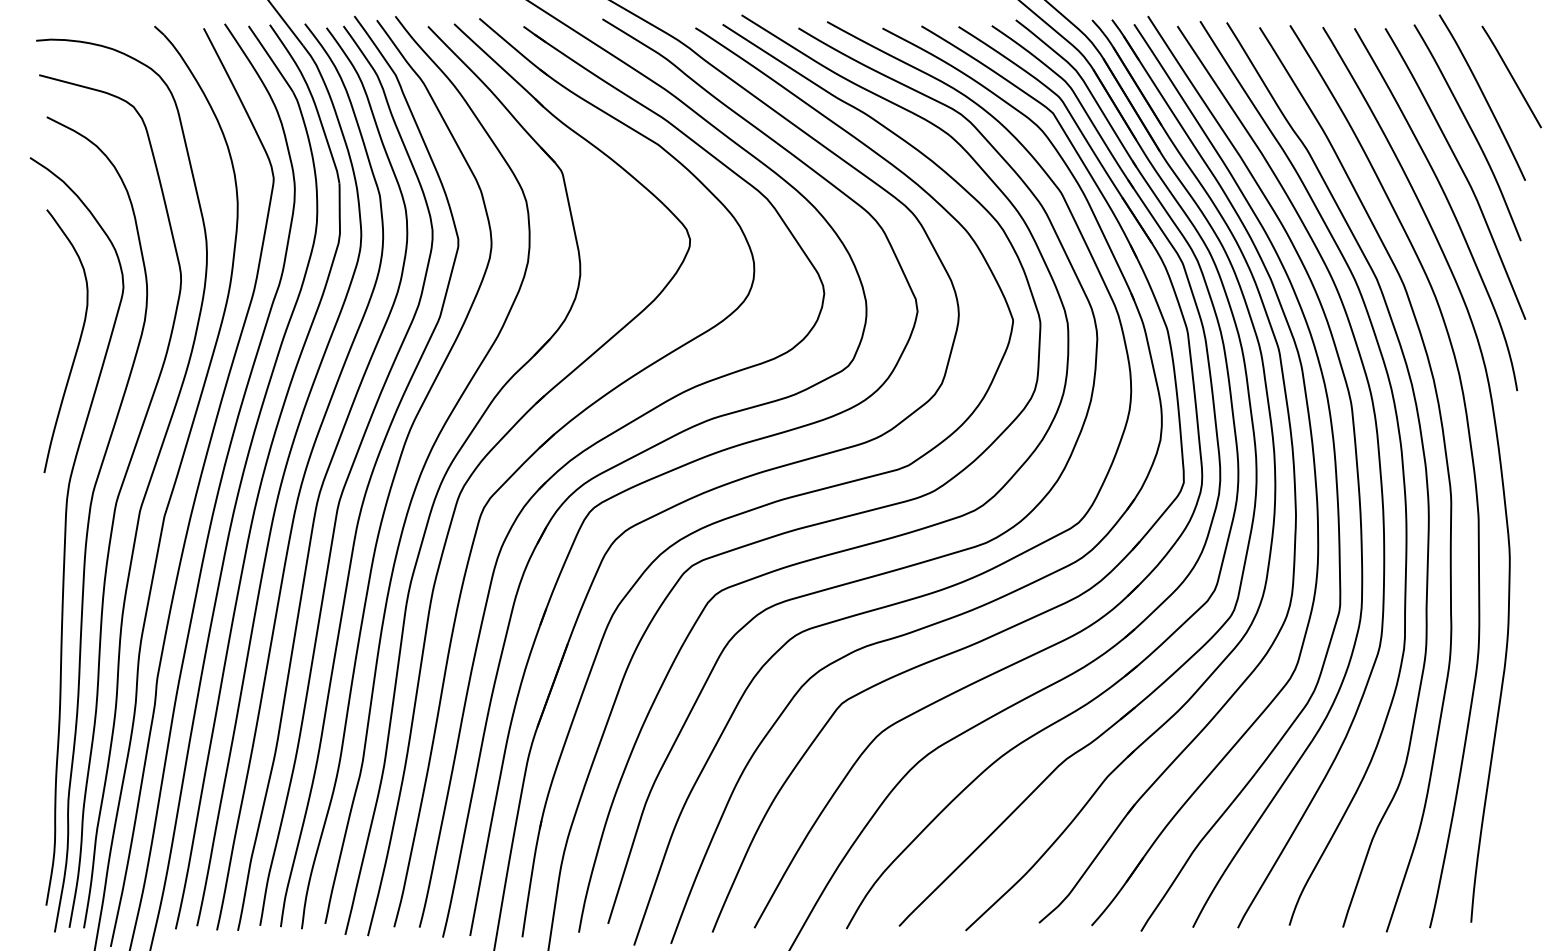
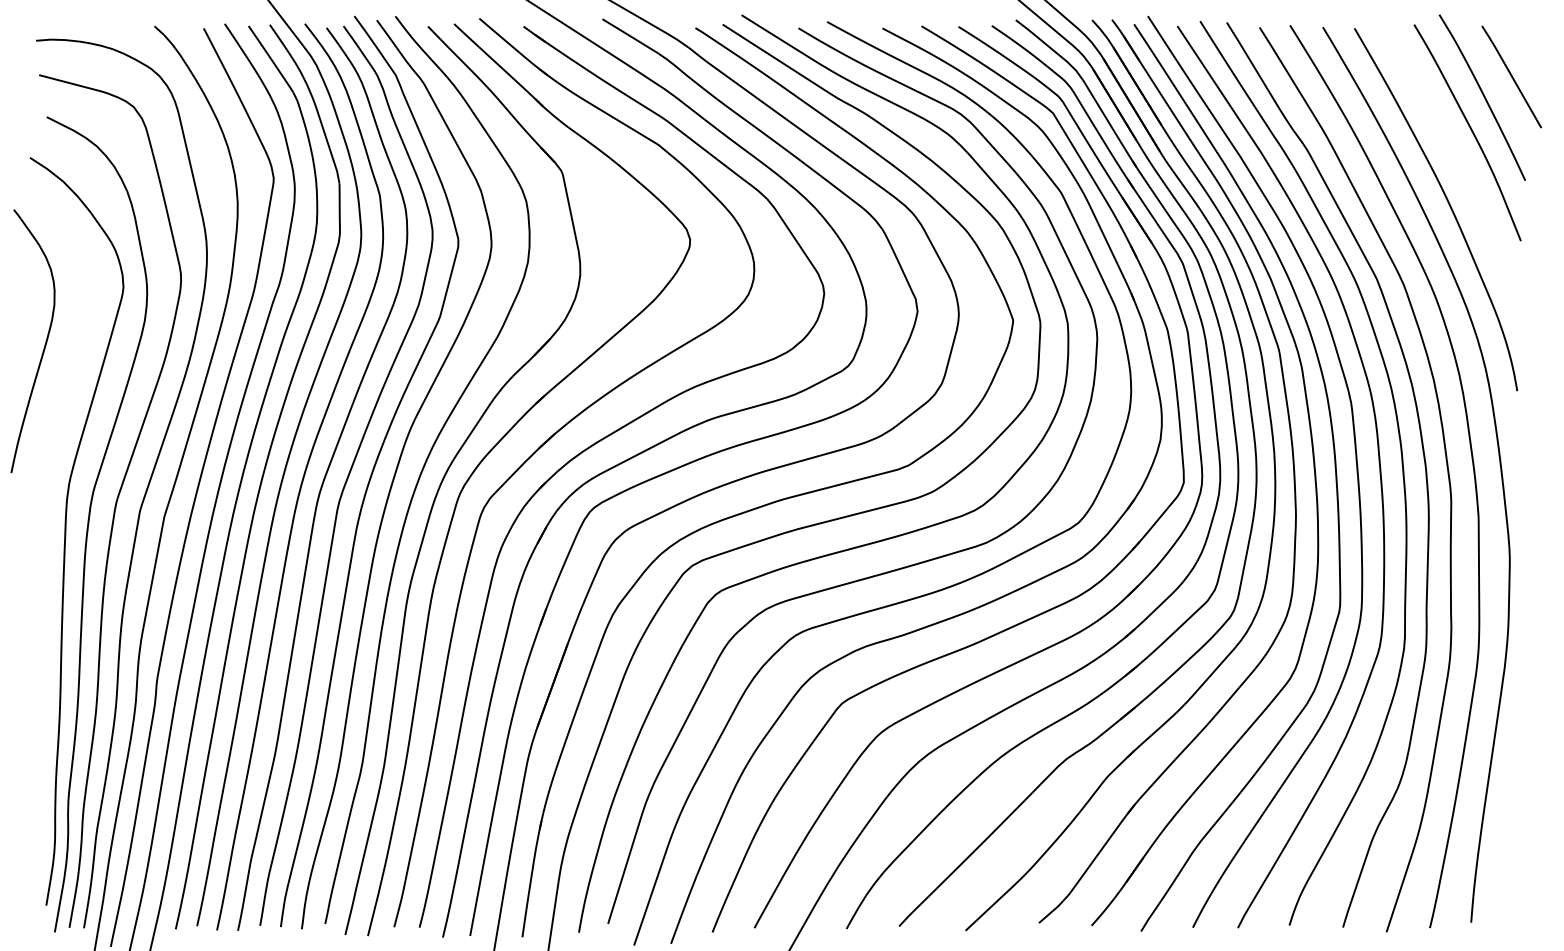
curve at (1461, 171): present -> none
curve at (77, 344) position: (77, 344) -> (44, 344)
